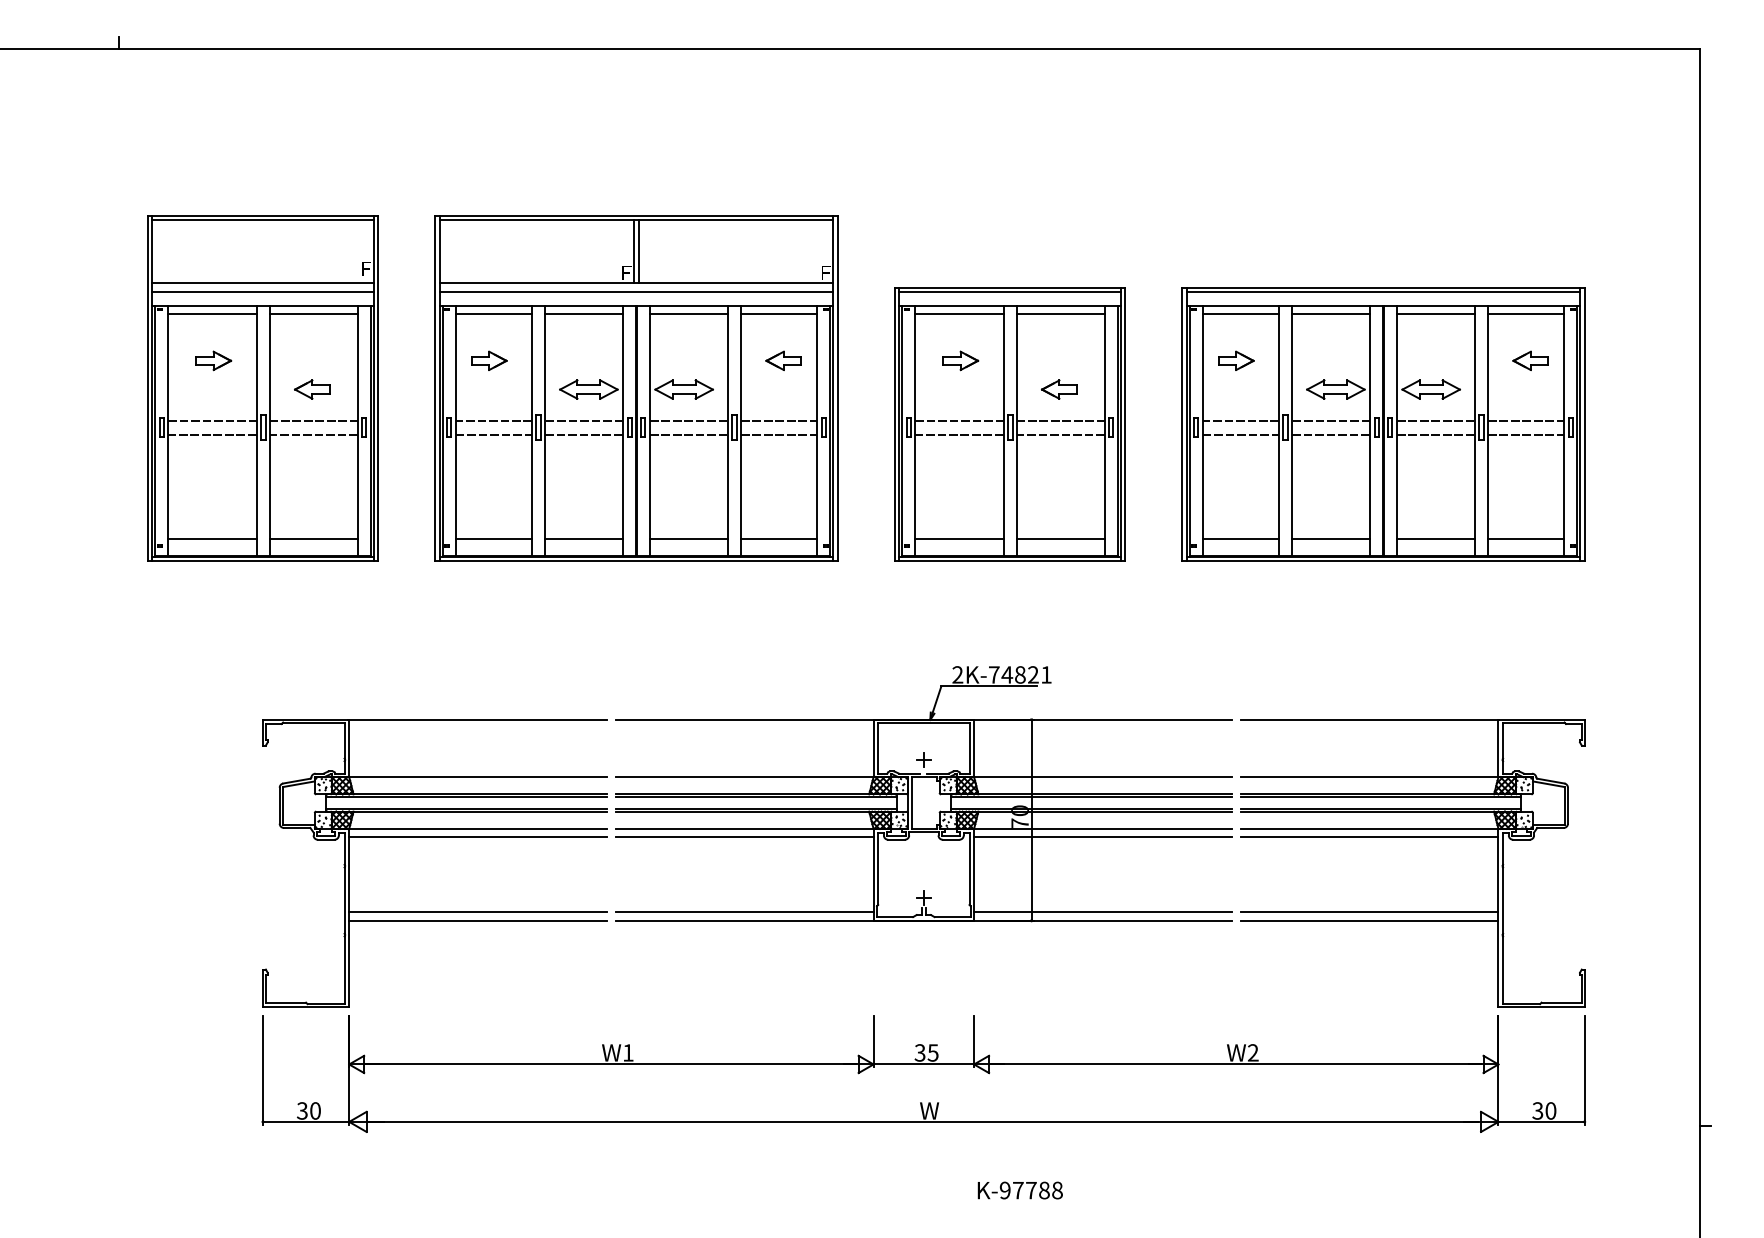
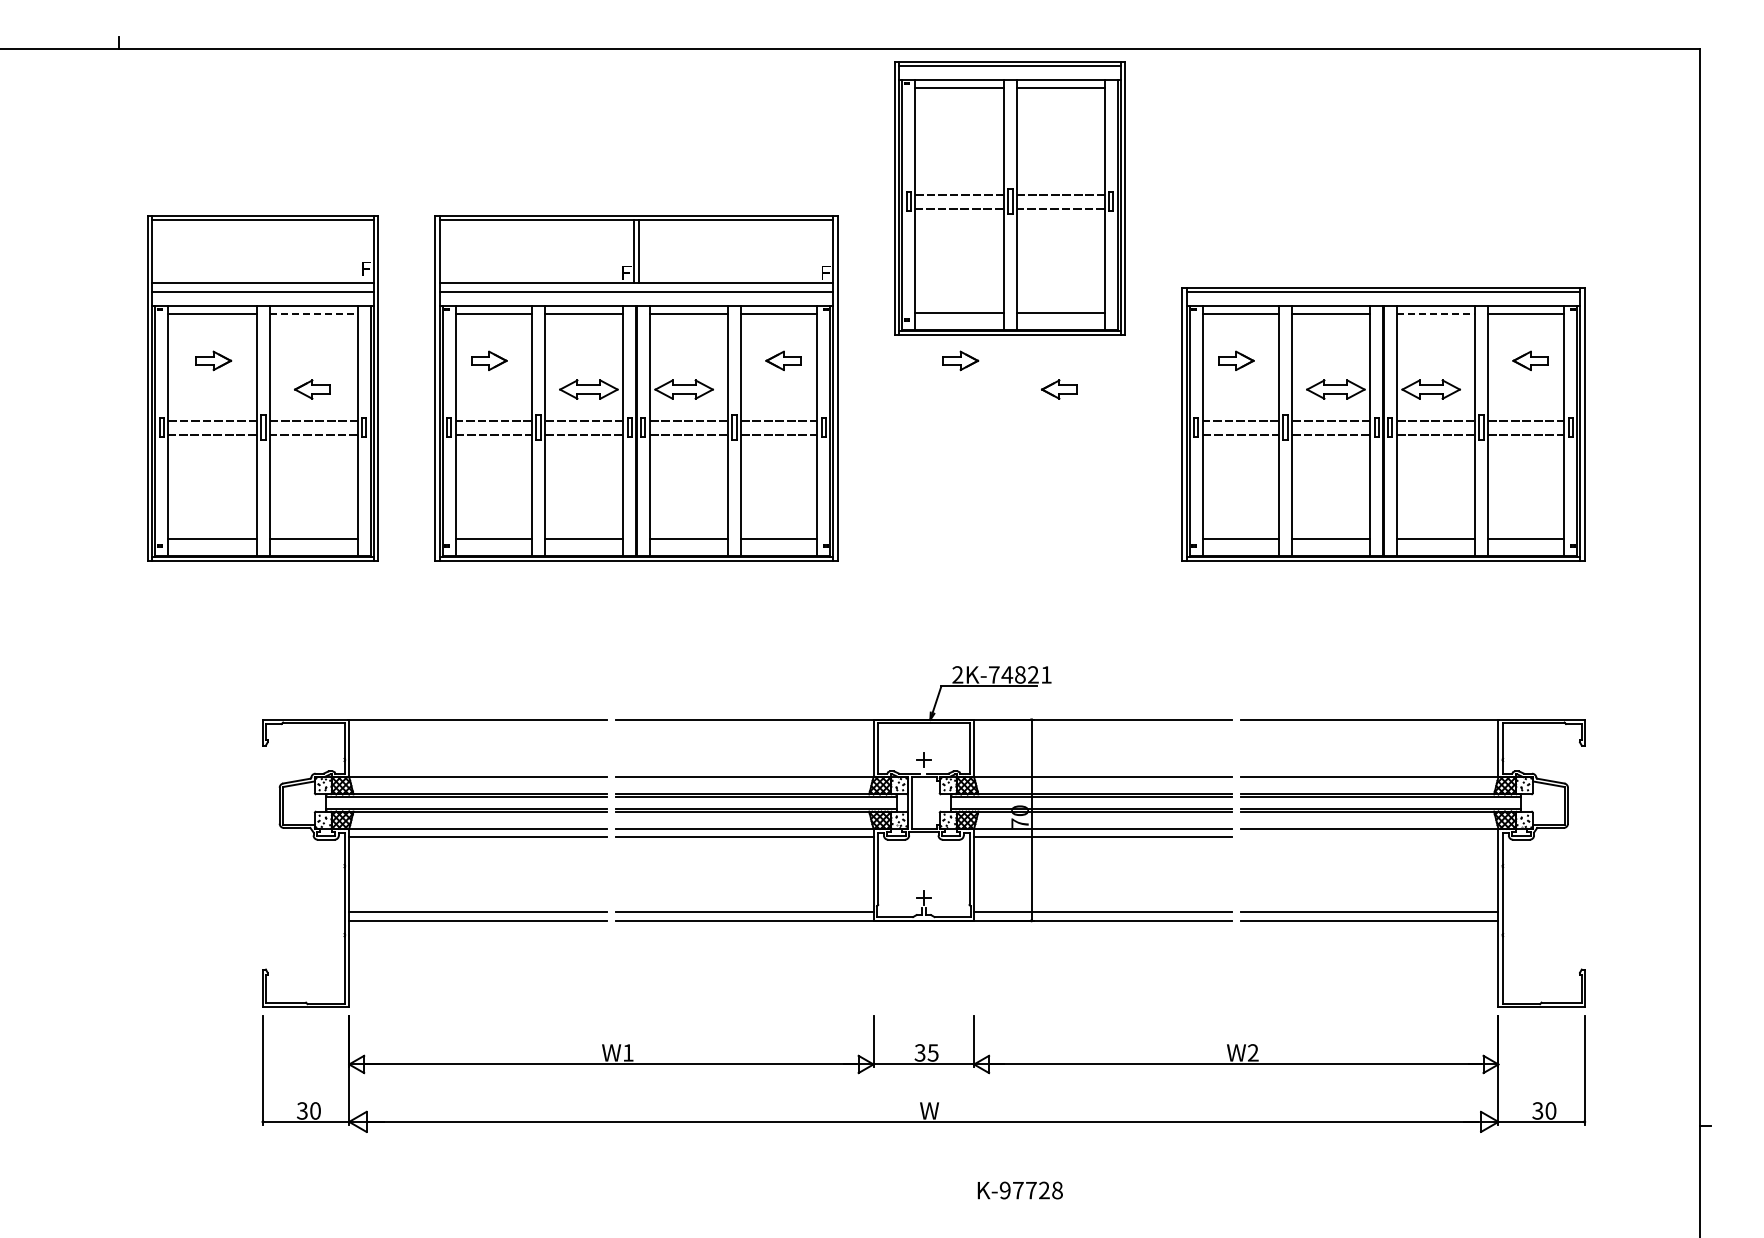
line at (314, 313): solid -> dashed
line at (1436, 313): solid -> dashed
part at (1009, 424) position: (1009, 424) -> (1009, 198)
line at (1369, 837): present -> none
text at (1044, 1190): K-97788 -> K-97728
